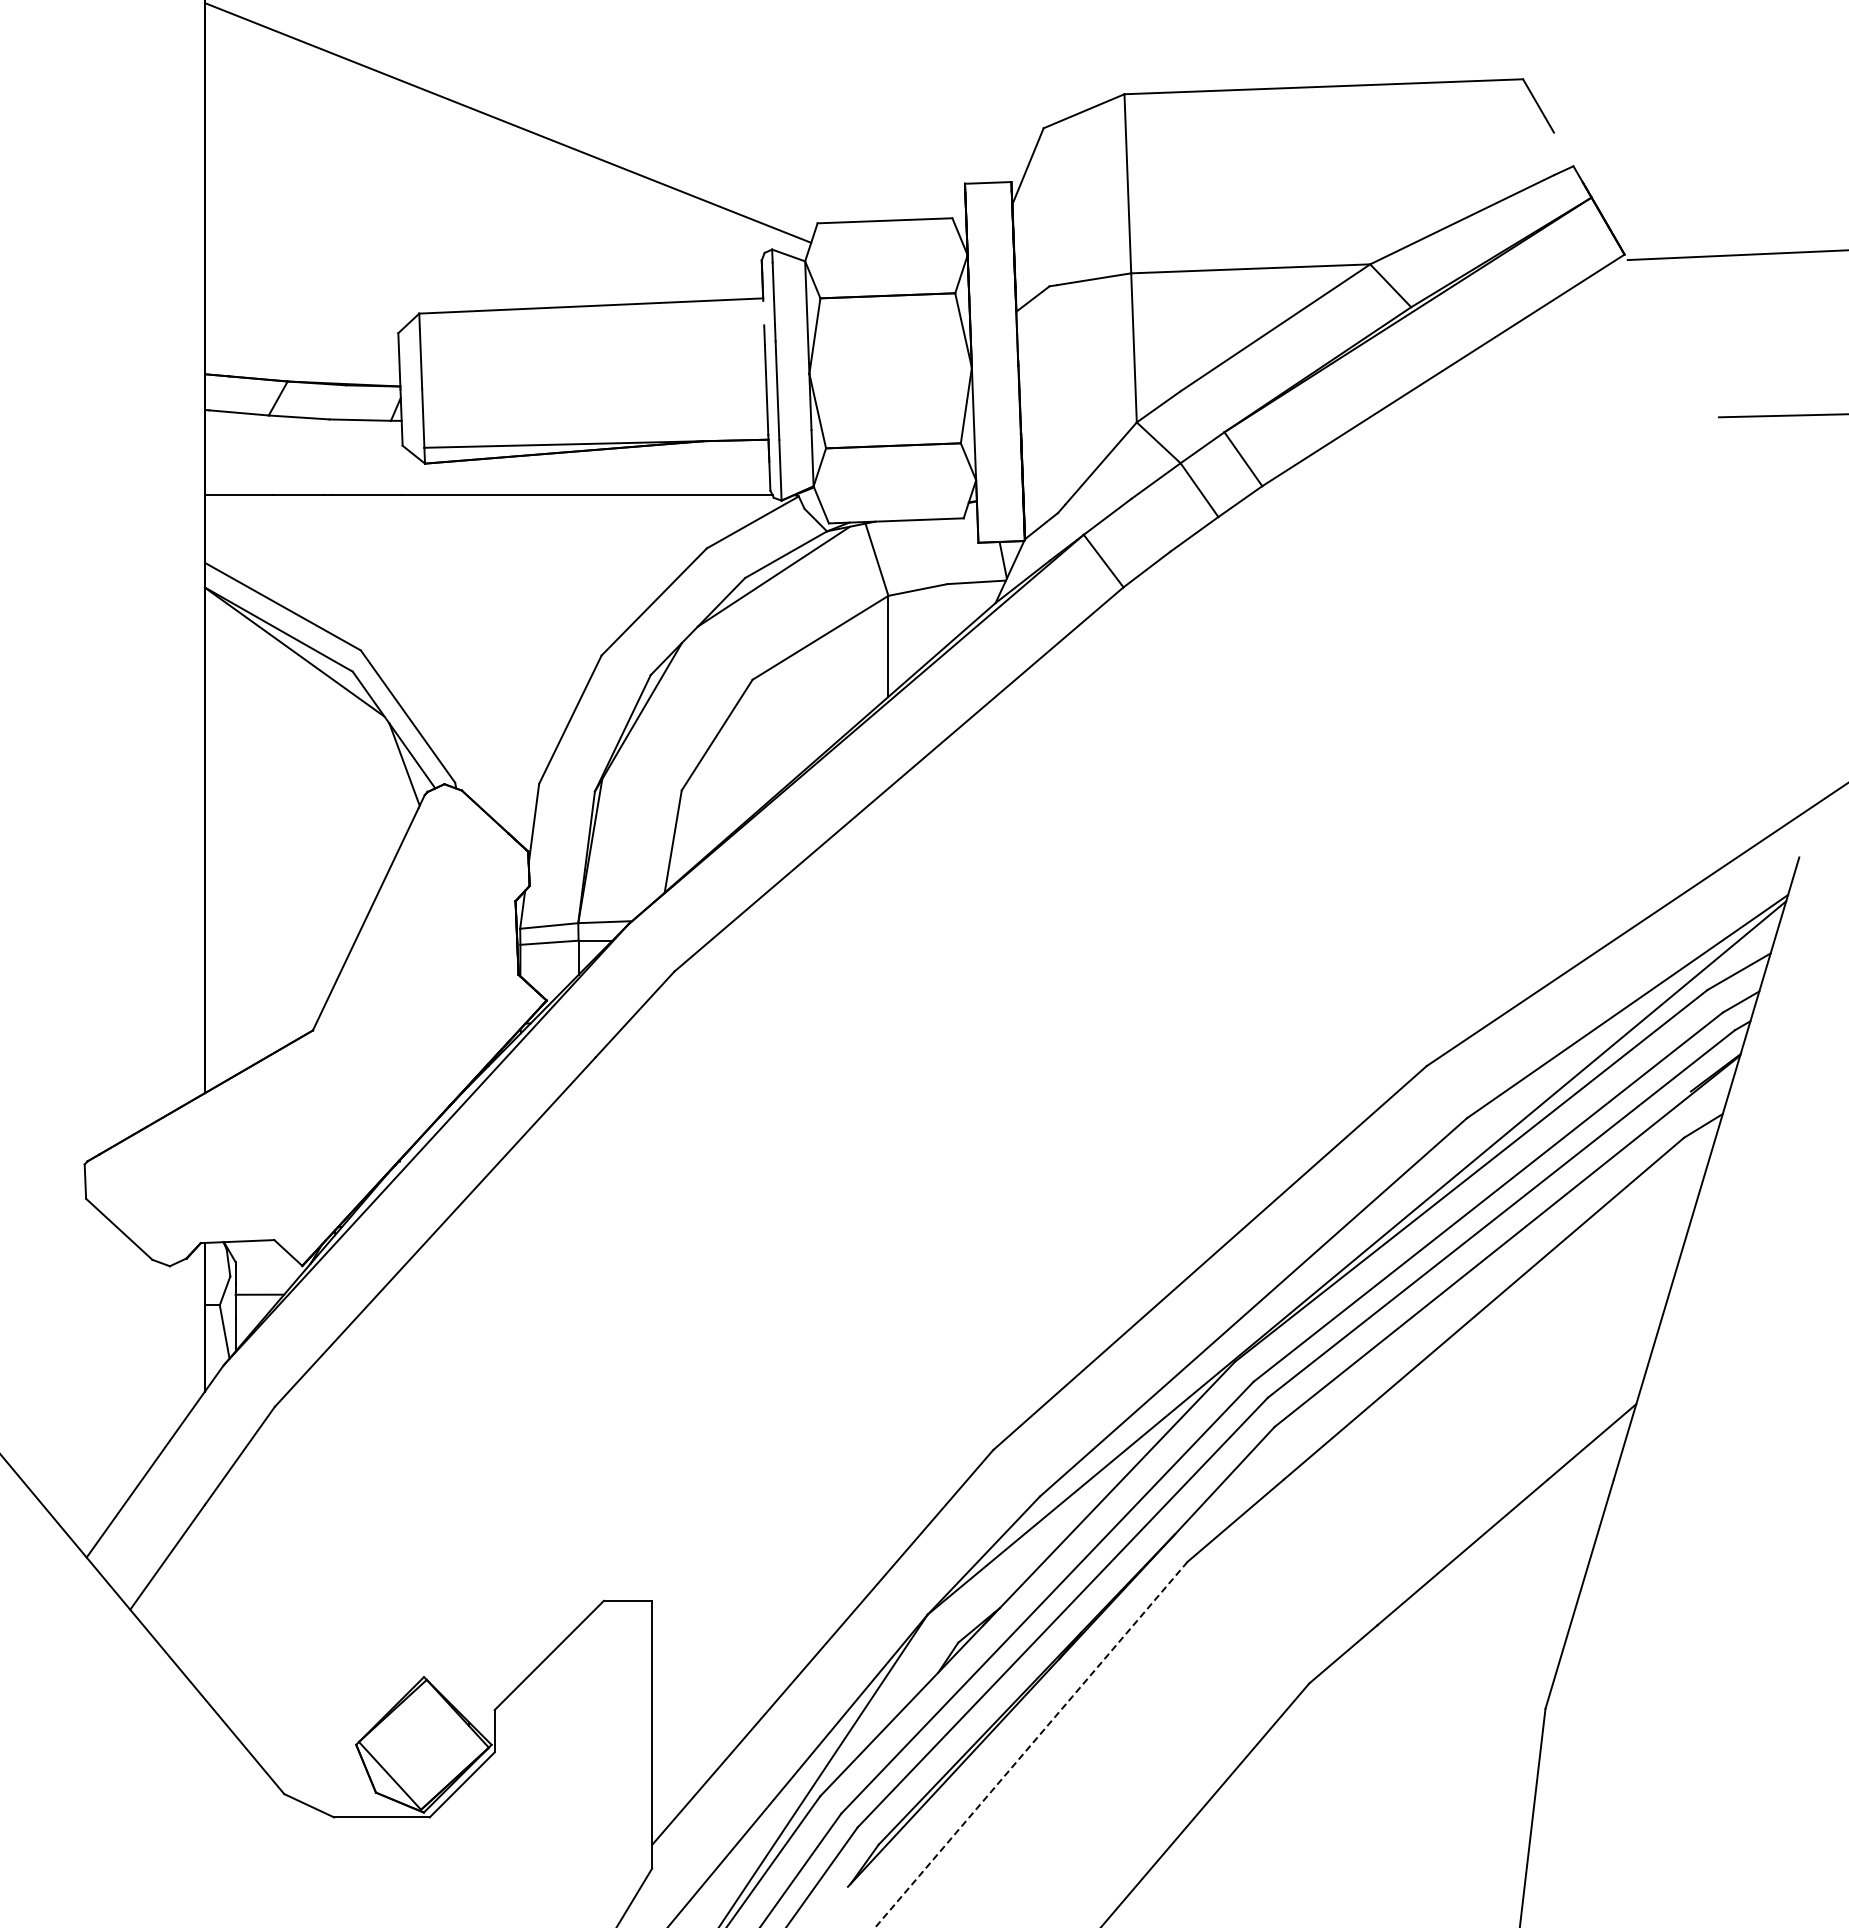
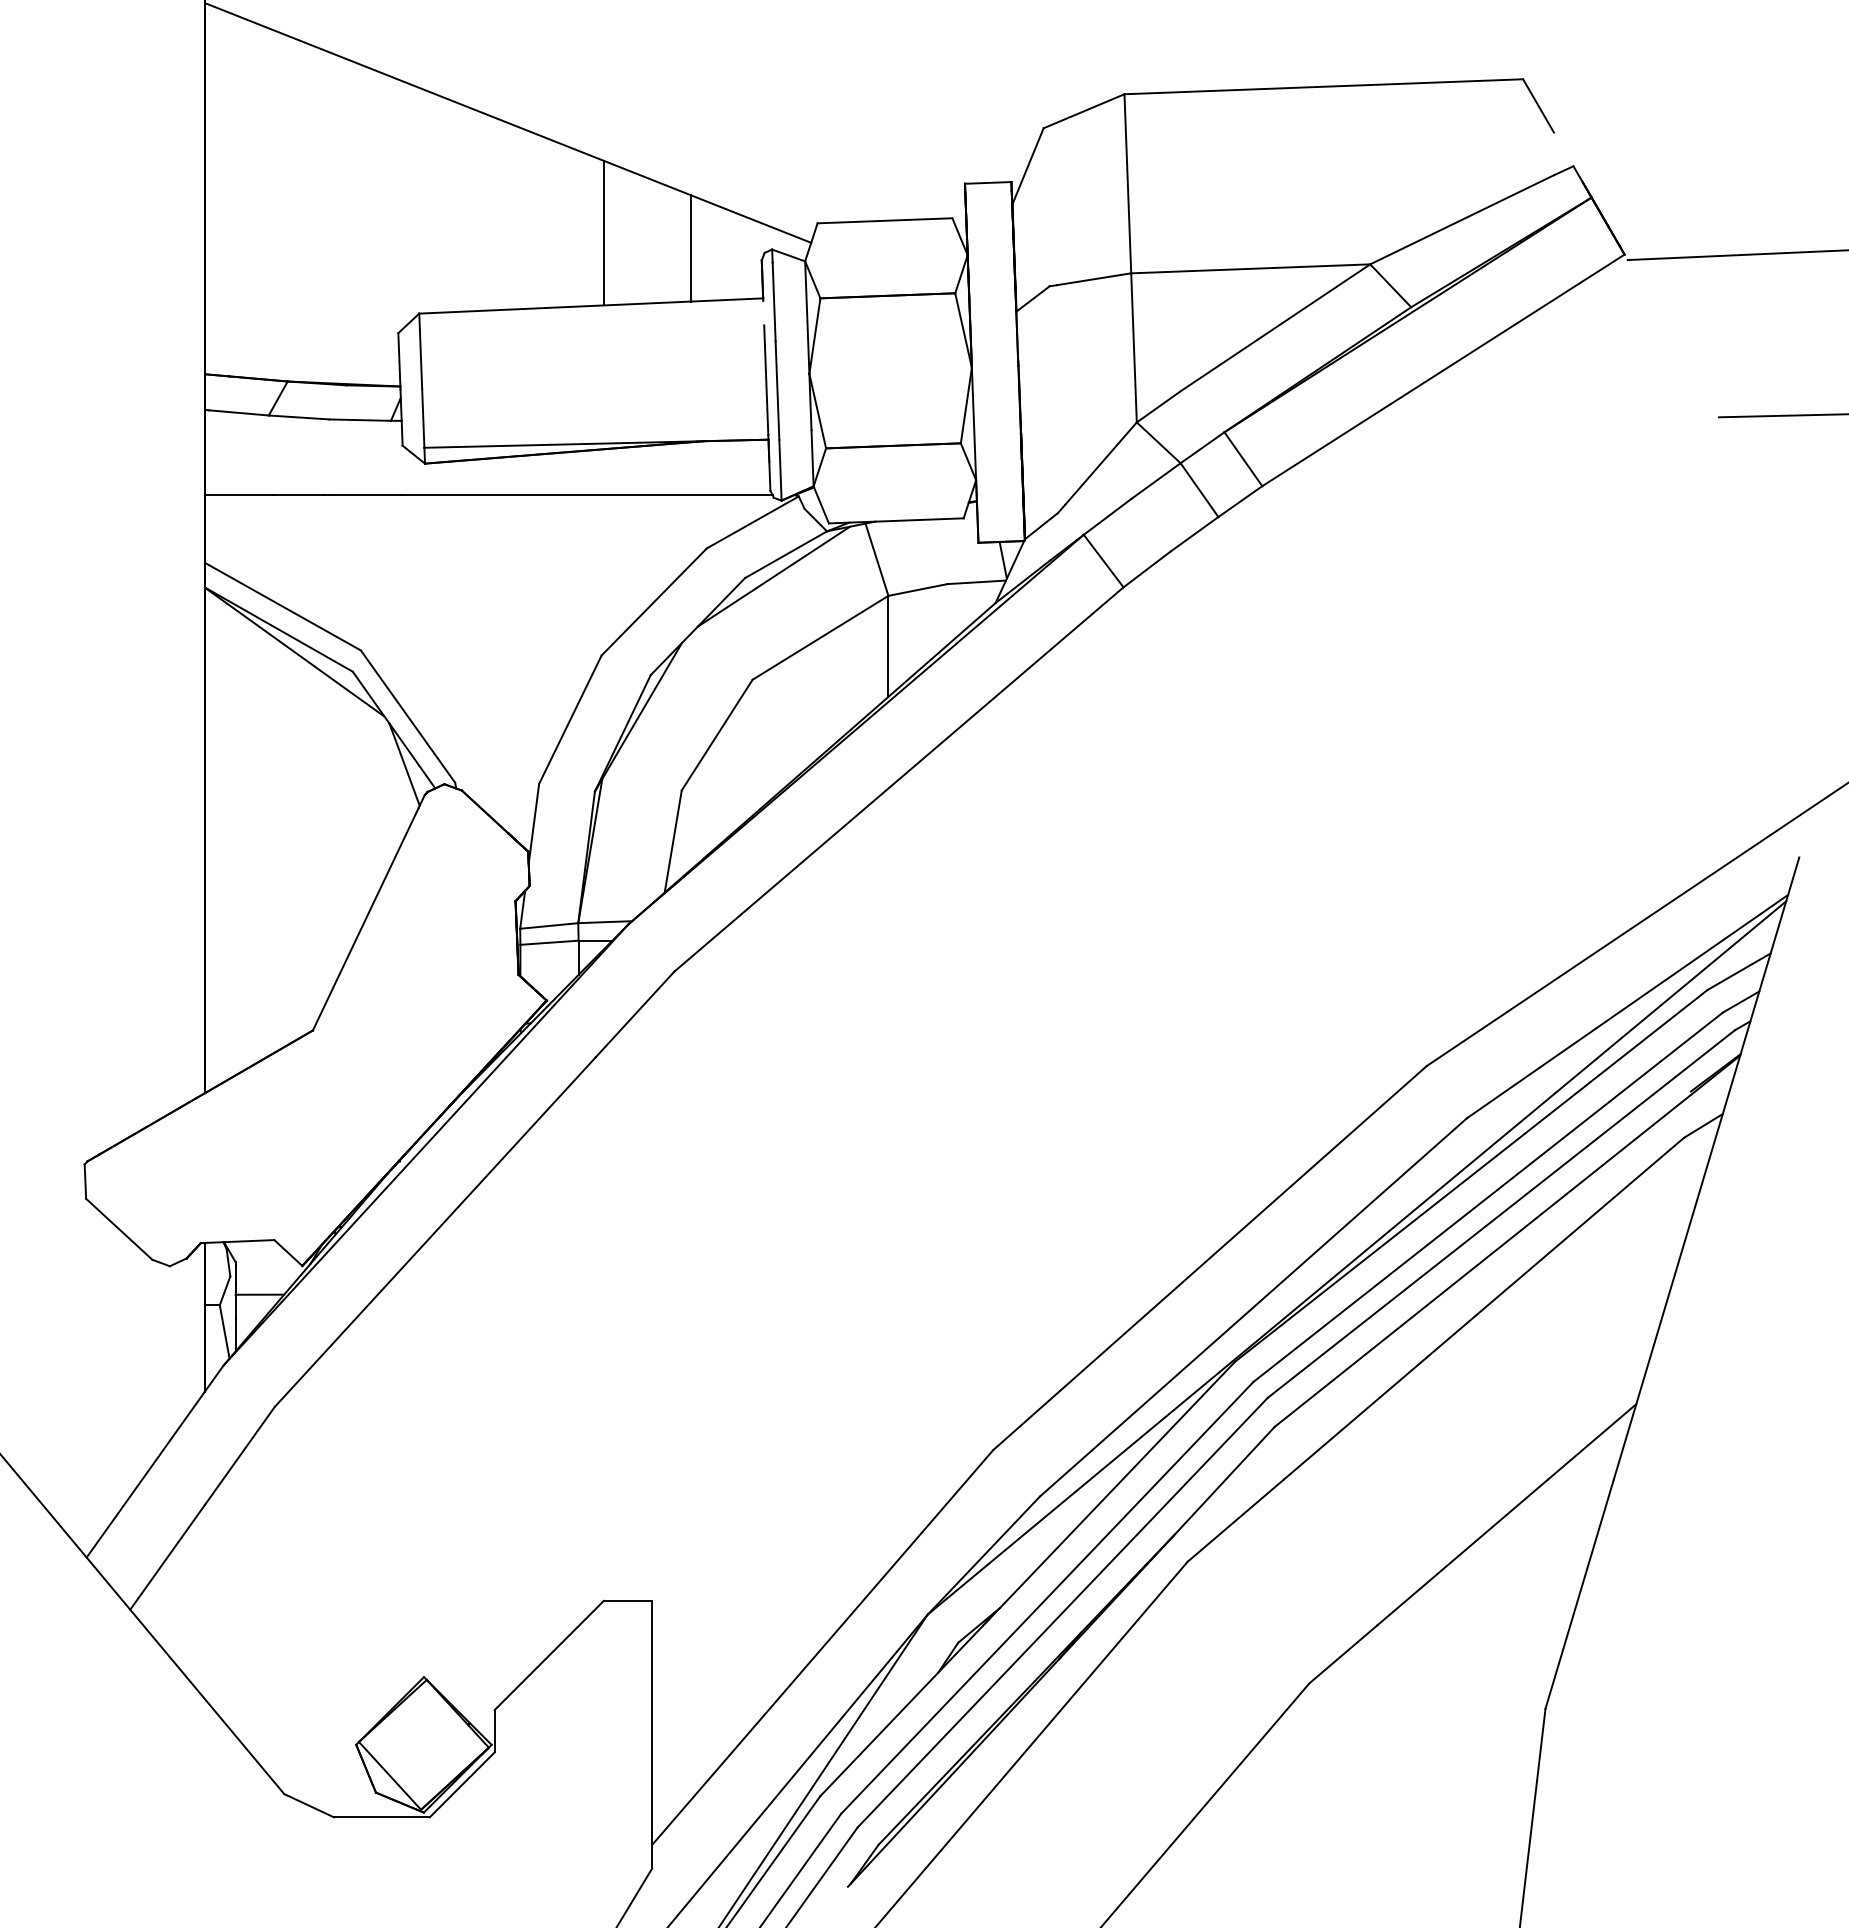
line at (604, 233): none -> present
line at (691, 248): none -> present
line at (1031, 1745): dashed -> solid
